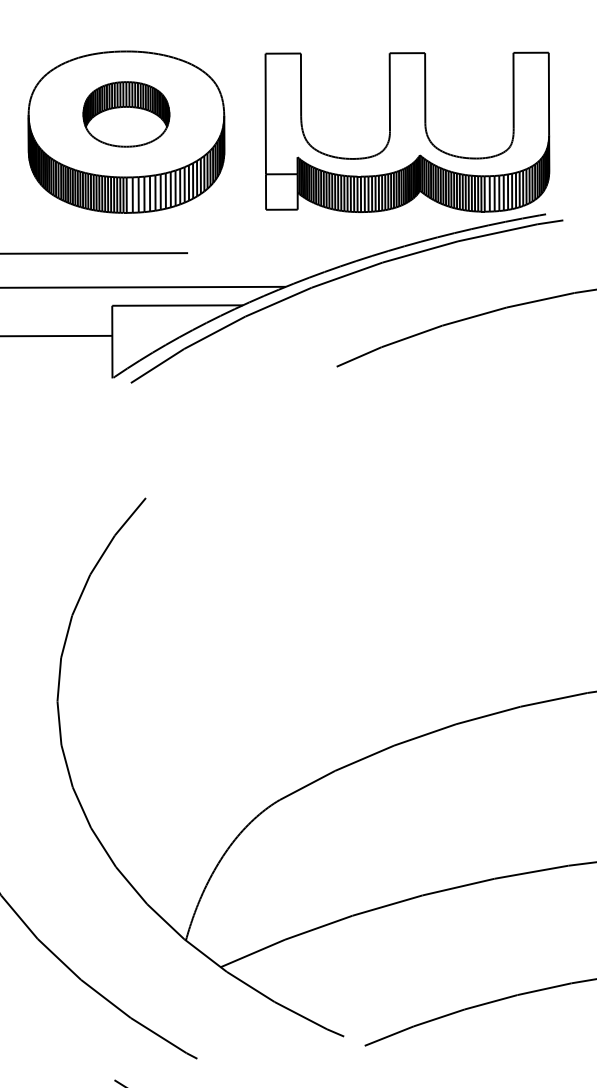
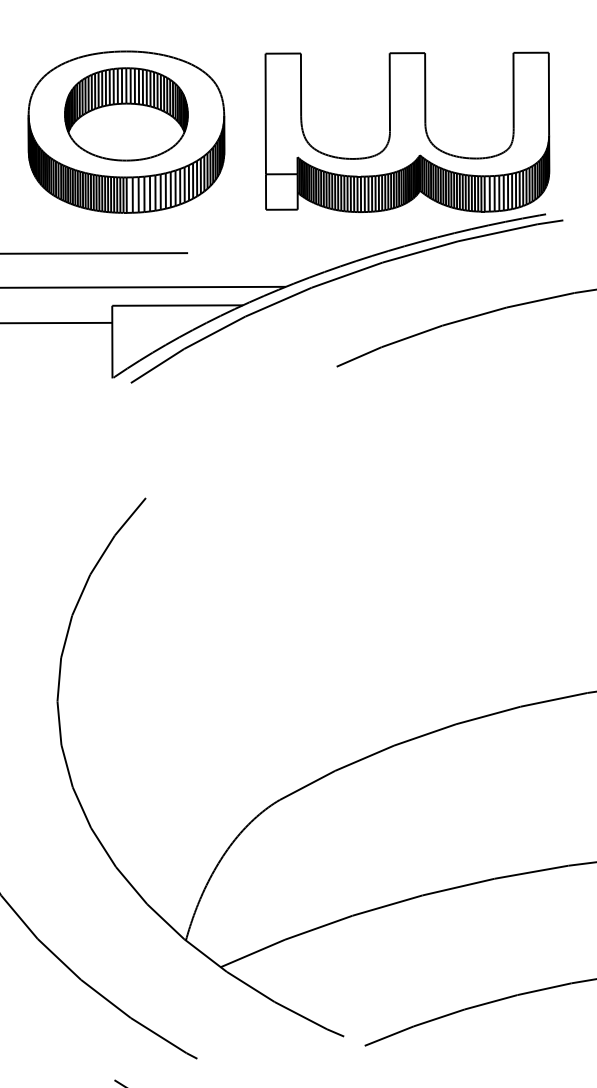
part at (126, 114) size: 89x67 px -> 125x95 px
line at (57, 335) position: (57, 335) -> (57, 322)
